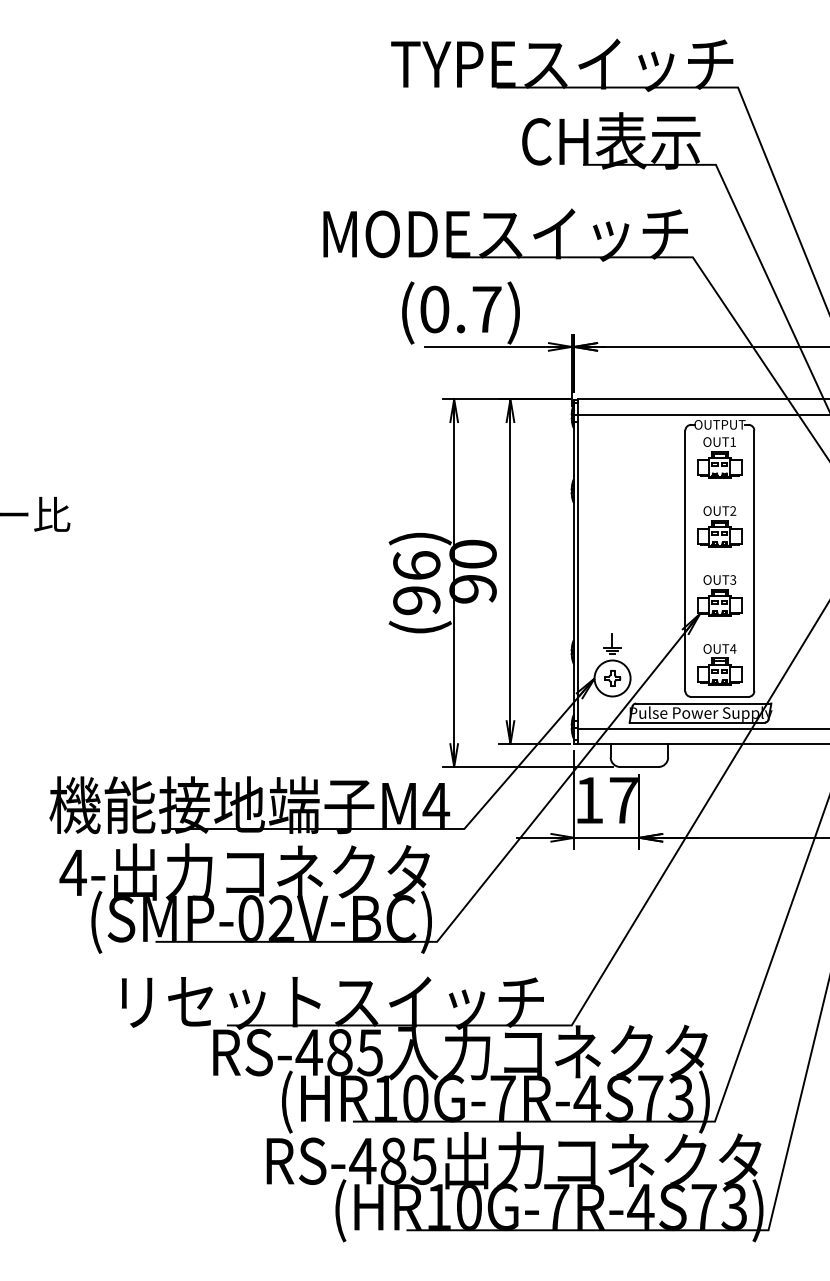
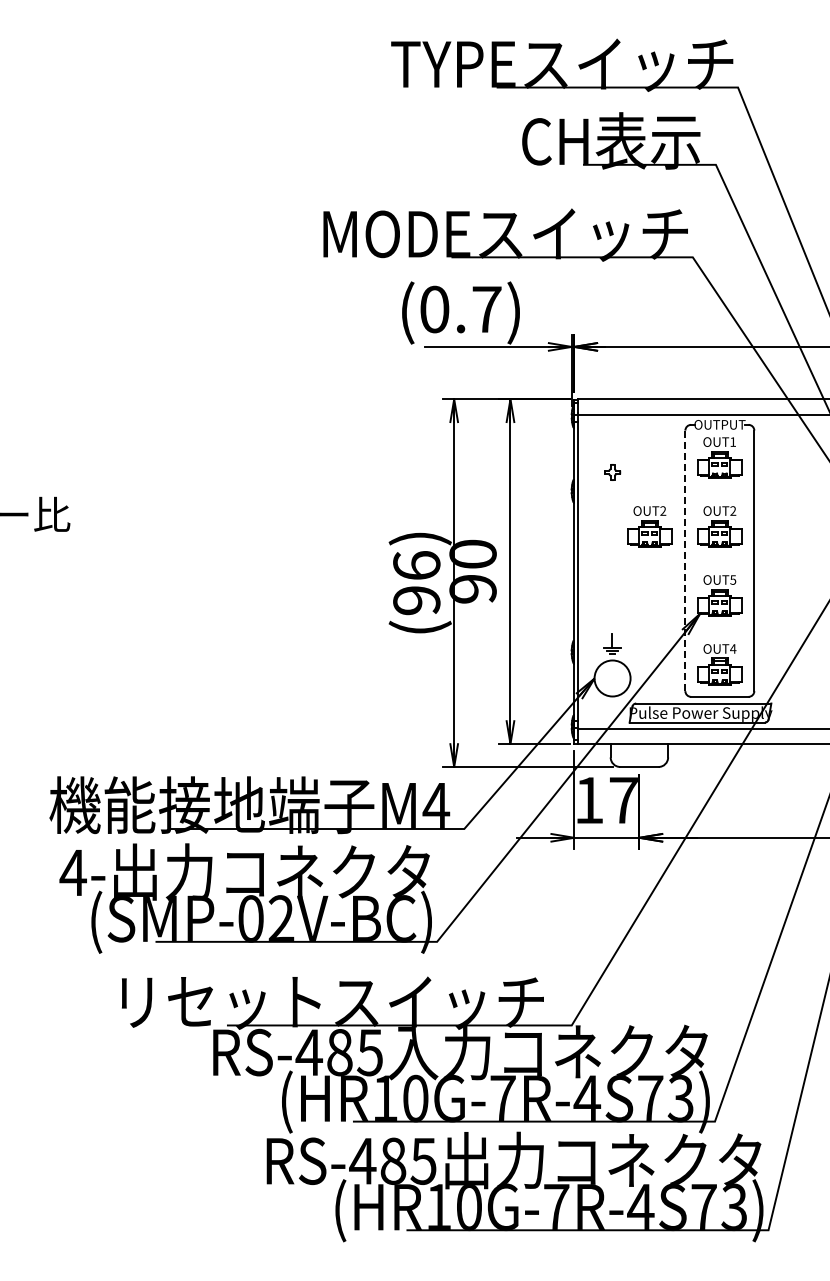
part at (649, 526): none -> present
line at (685, 560): solid -> dashed
text at (733, 579): OUT3 -> OUT5
part at (612, 678) position: (612, 678) -> (612, 472)
